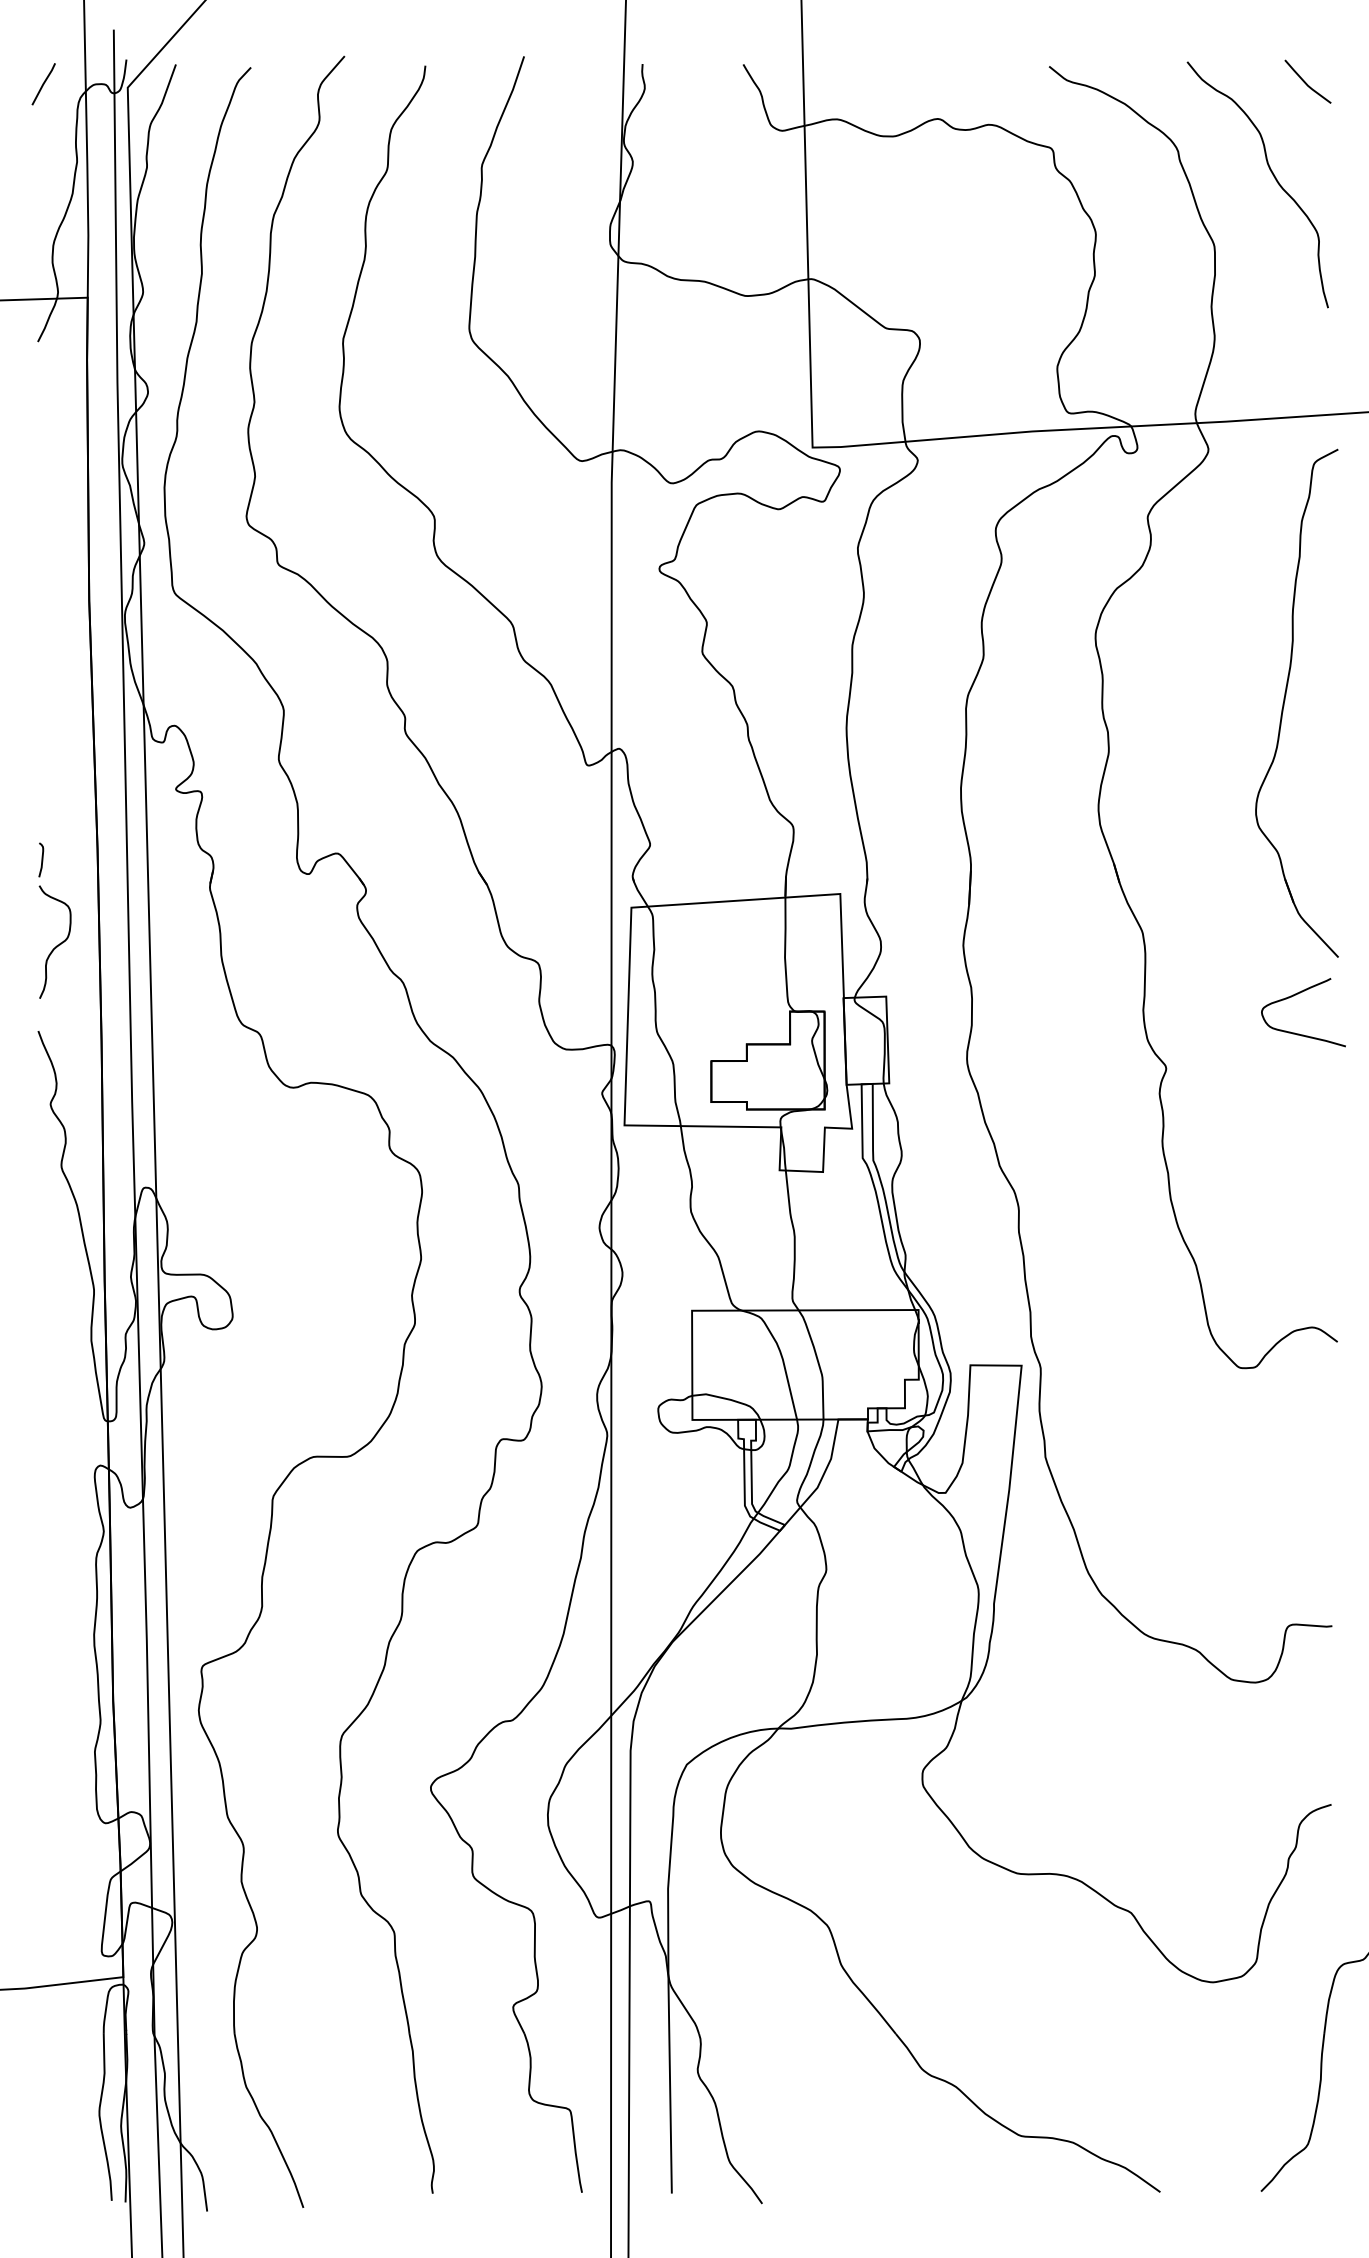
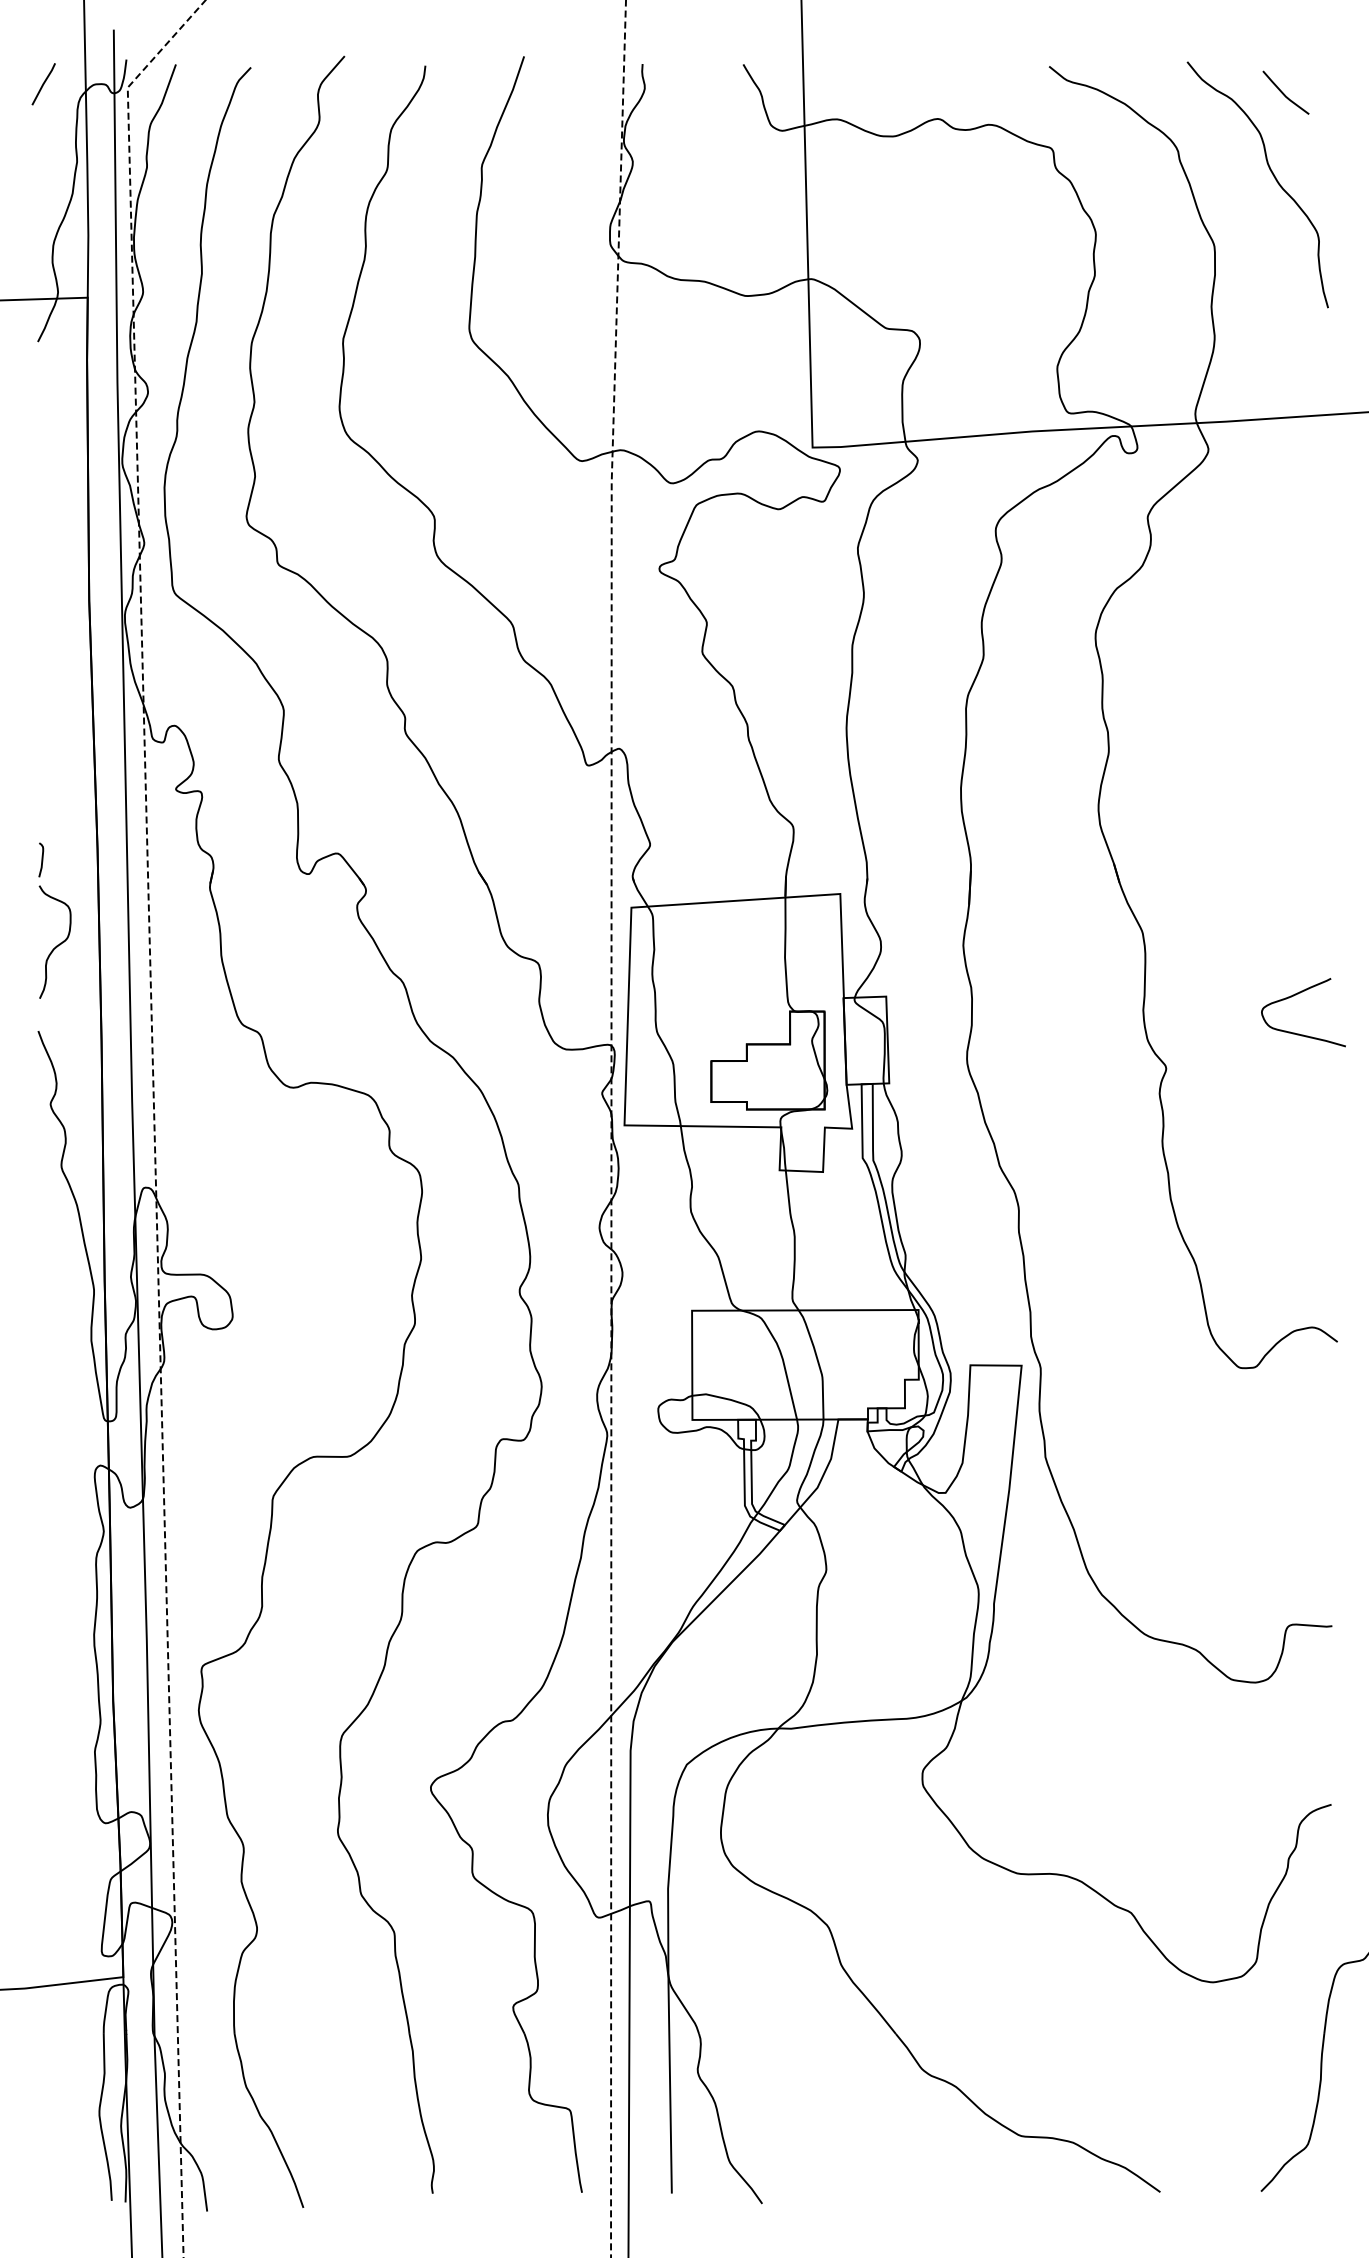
line at (1306, 82) position: (1306, 82) -> (1284, 93)
part at (1285, 700): present -> none
line at (154, 1112): solid -> dashed
line at (611, 1128): solid -> dashed
